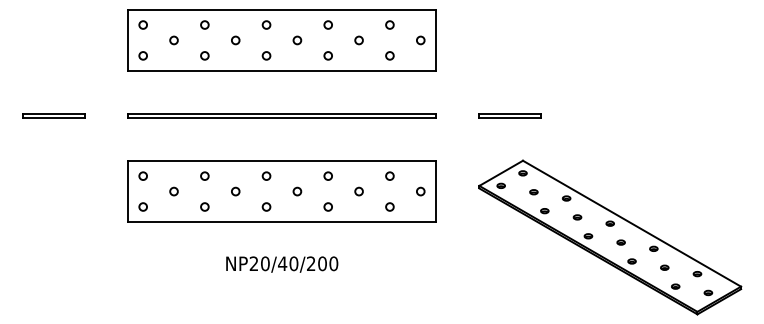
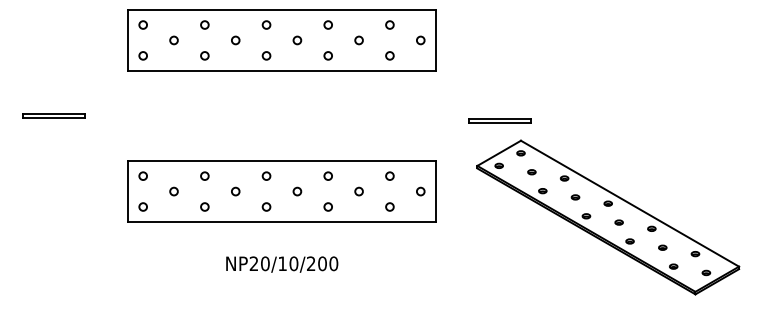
part at (281, 115): present -> none
part at (509, 115) position: (509, 115) -> (499, 120)
part at (610, 237) position: (610, 237) -> (608, 217)
text at (282, 263): NP20/40/200 -> NP20/10/200
